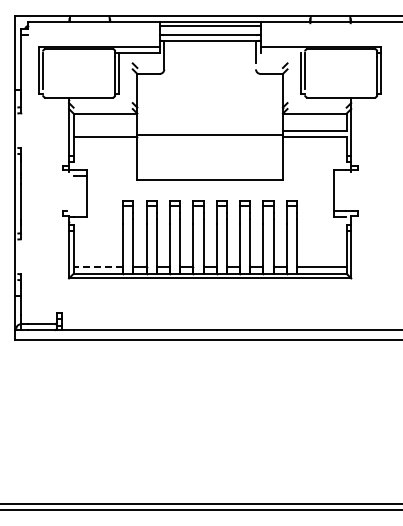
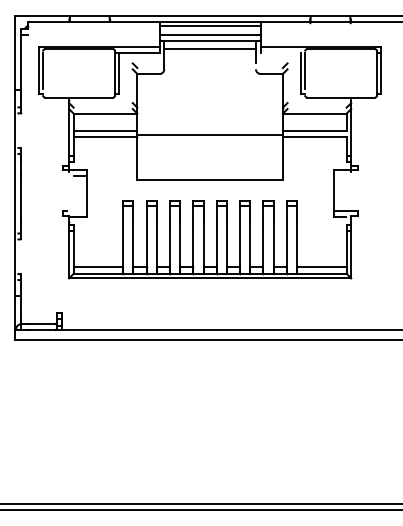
line at (210, 49): none -> present
line at (105, 130): none -> present
line at (98, 266): dashed -> solid
